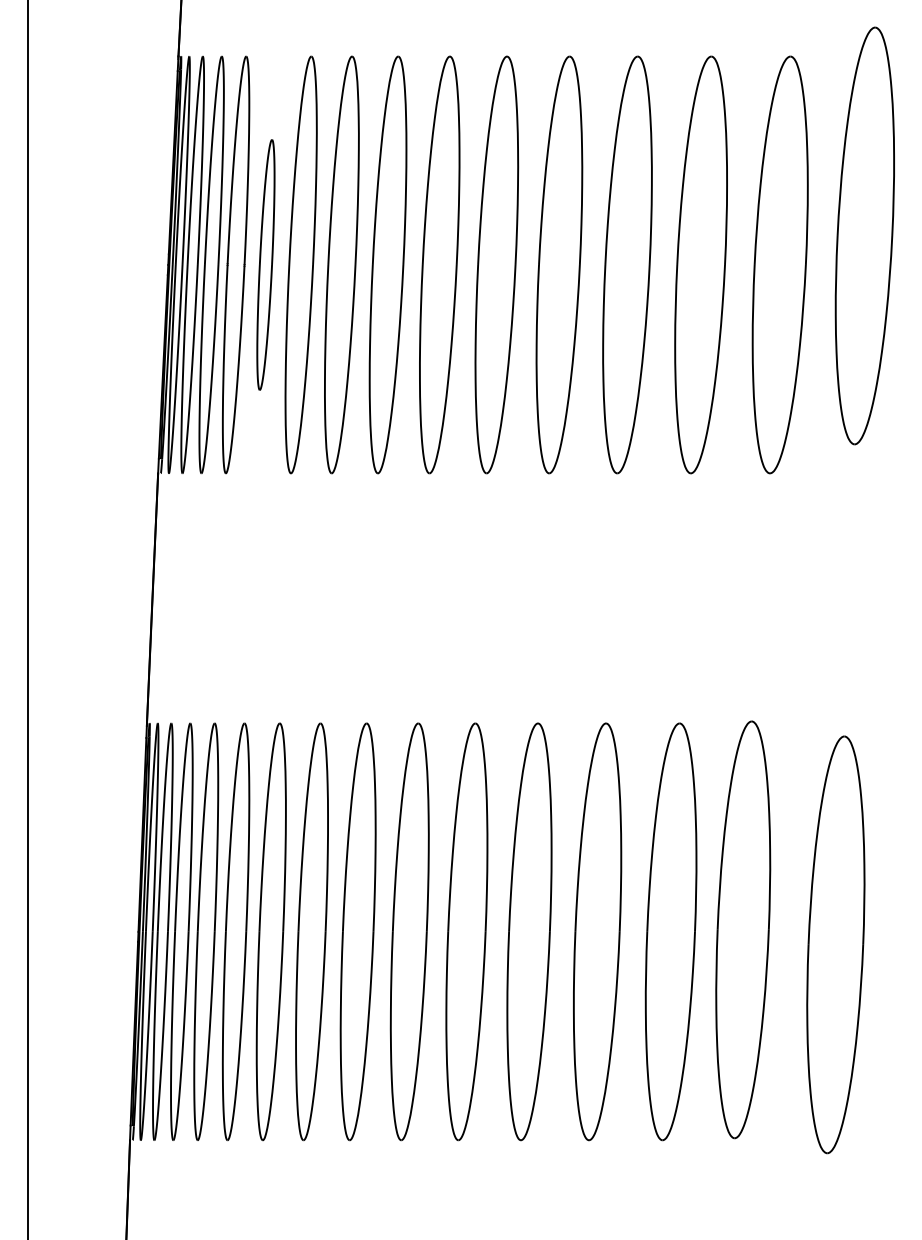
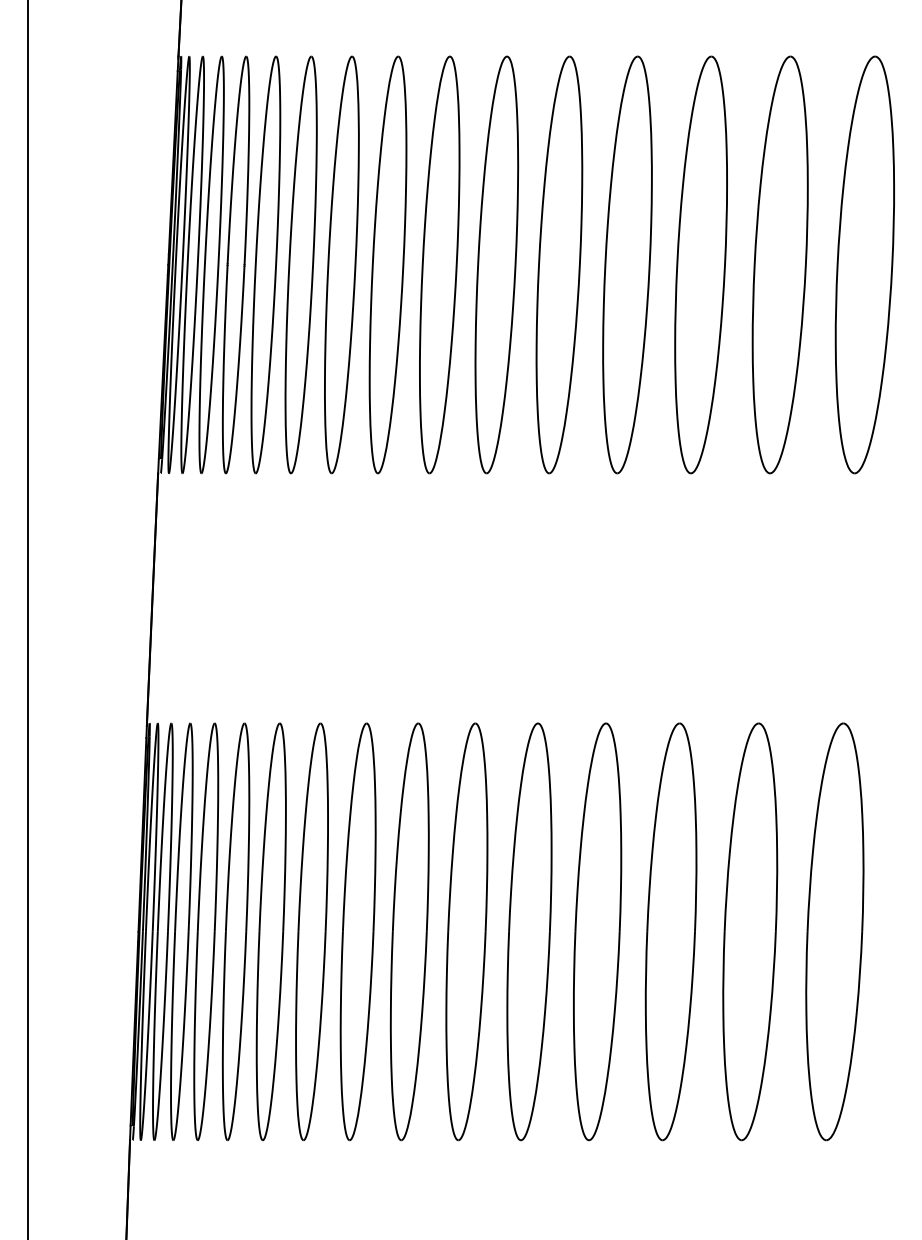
part at (864, 235) position: (864, 235) -> (864, 264)
part at (265, 264) size: 20x252 px -> 32x420 px
part at (743, 929) position: (743, 929) -> (750, 931)
part at (835, 944) position: (835, 944) -> (834, 931)
